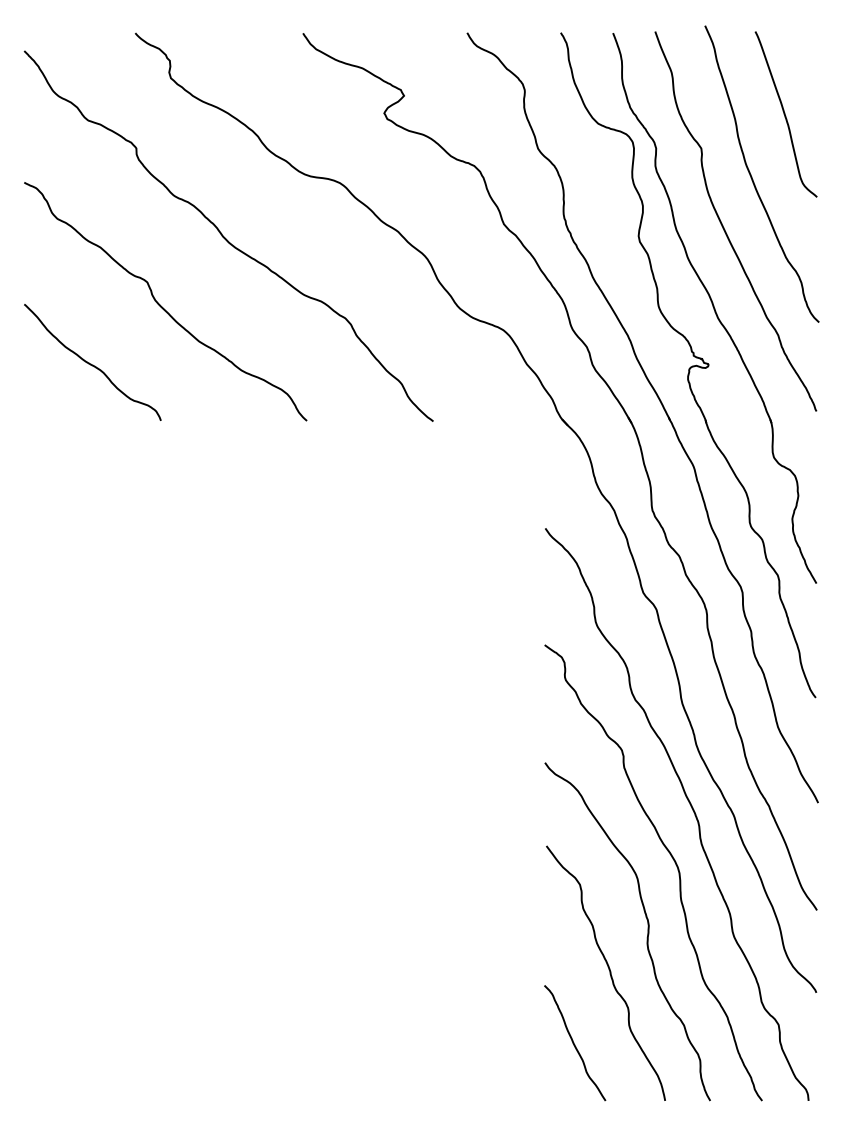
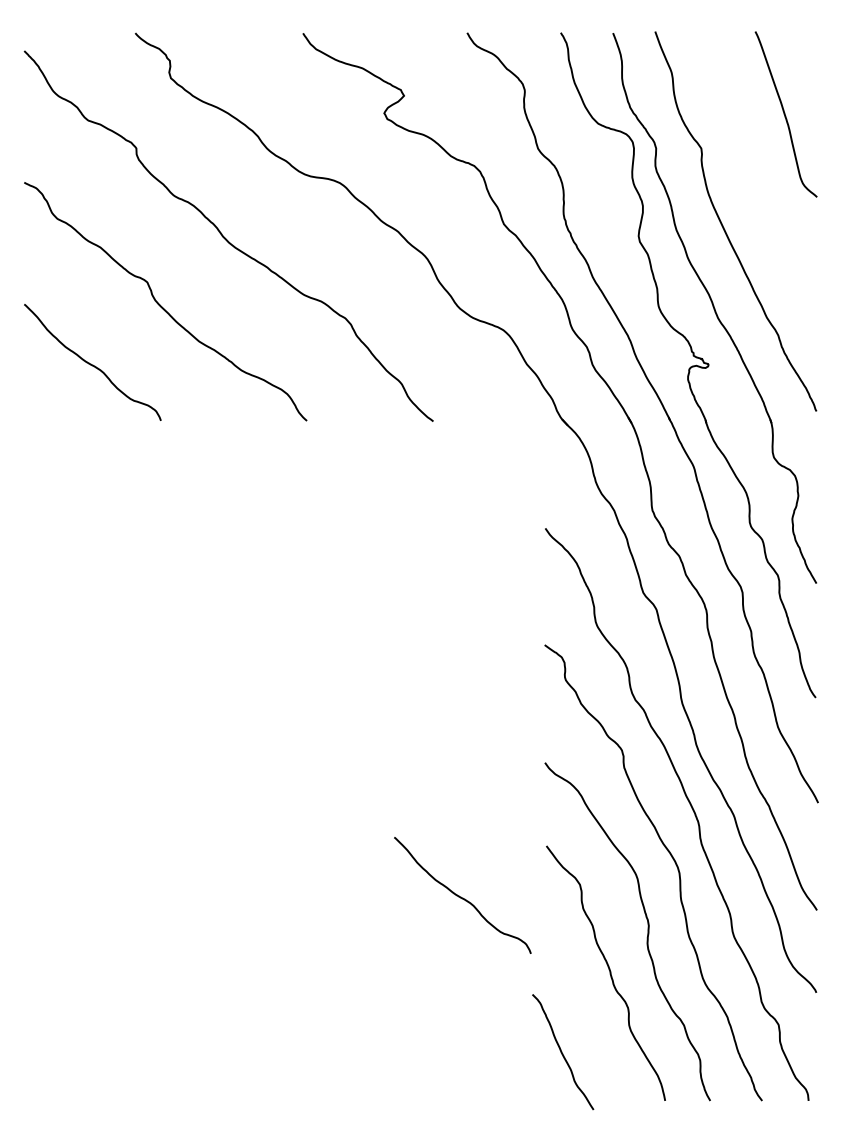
curve at (752, 176): present -> none
curve at (461, 896): none -> present
curve at (574, 1043) position: (574, 1043) -> (562, 1052)
